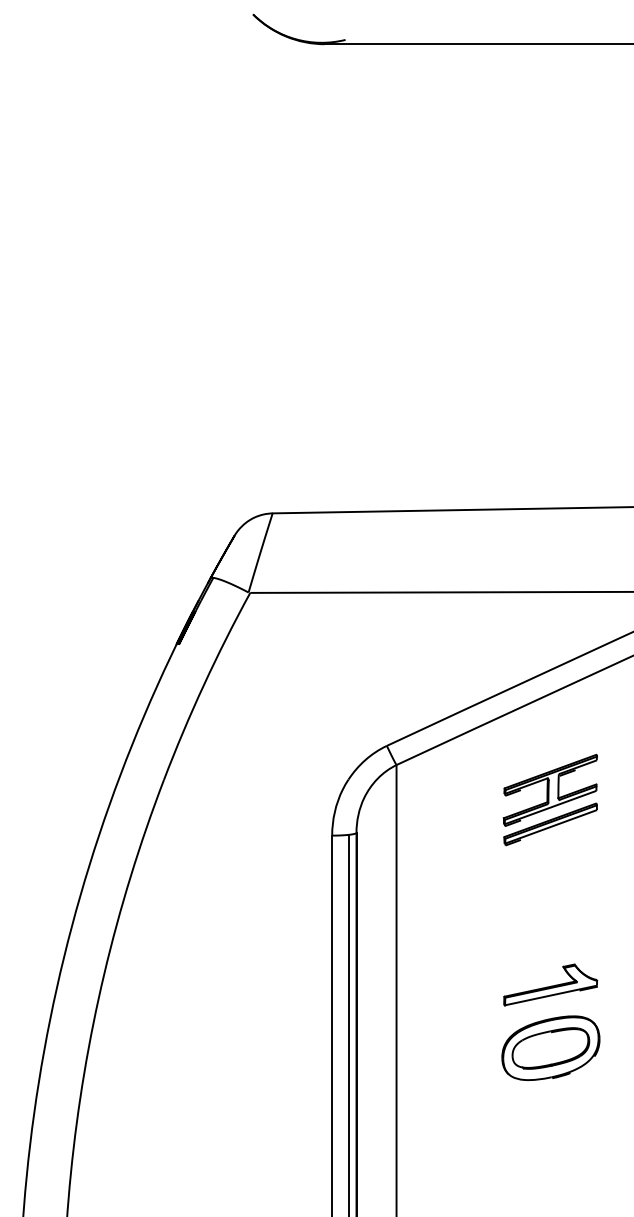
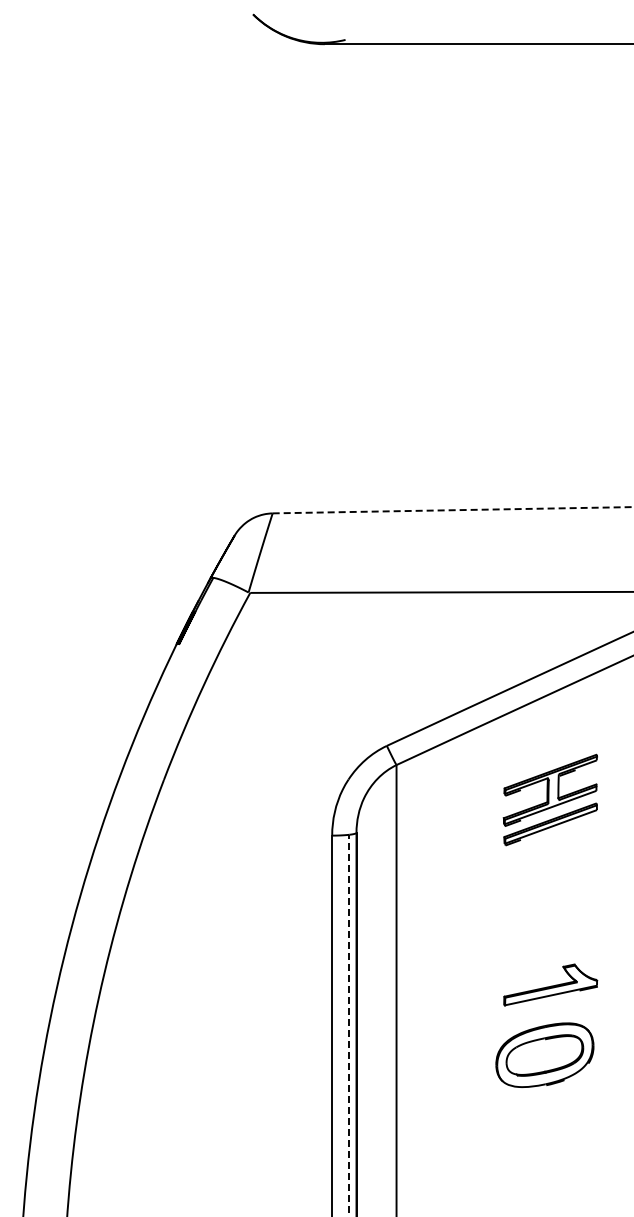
line at (453, 510): solid -> dashed
line at (349, 1025): solid -> dashed
part at (550, 1047) position: (550, 1047) -> (544, 1054)
